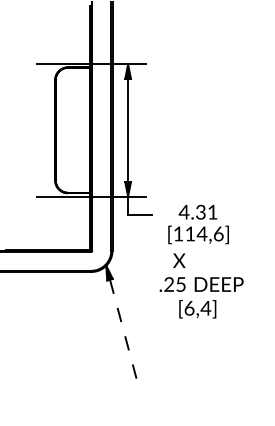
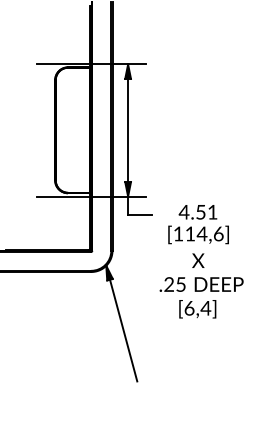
text at (200, 211): 4.31 -> 4.51
text at (179, 260) position: (179, 260) -> (198, 260)
line at (123, 330): dashed -> solid
